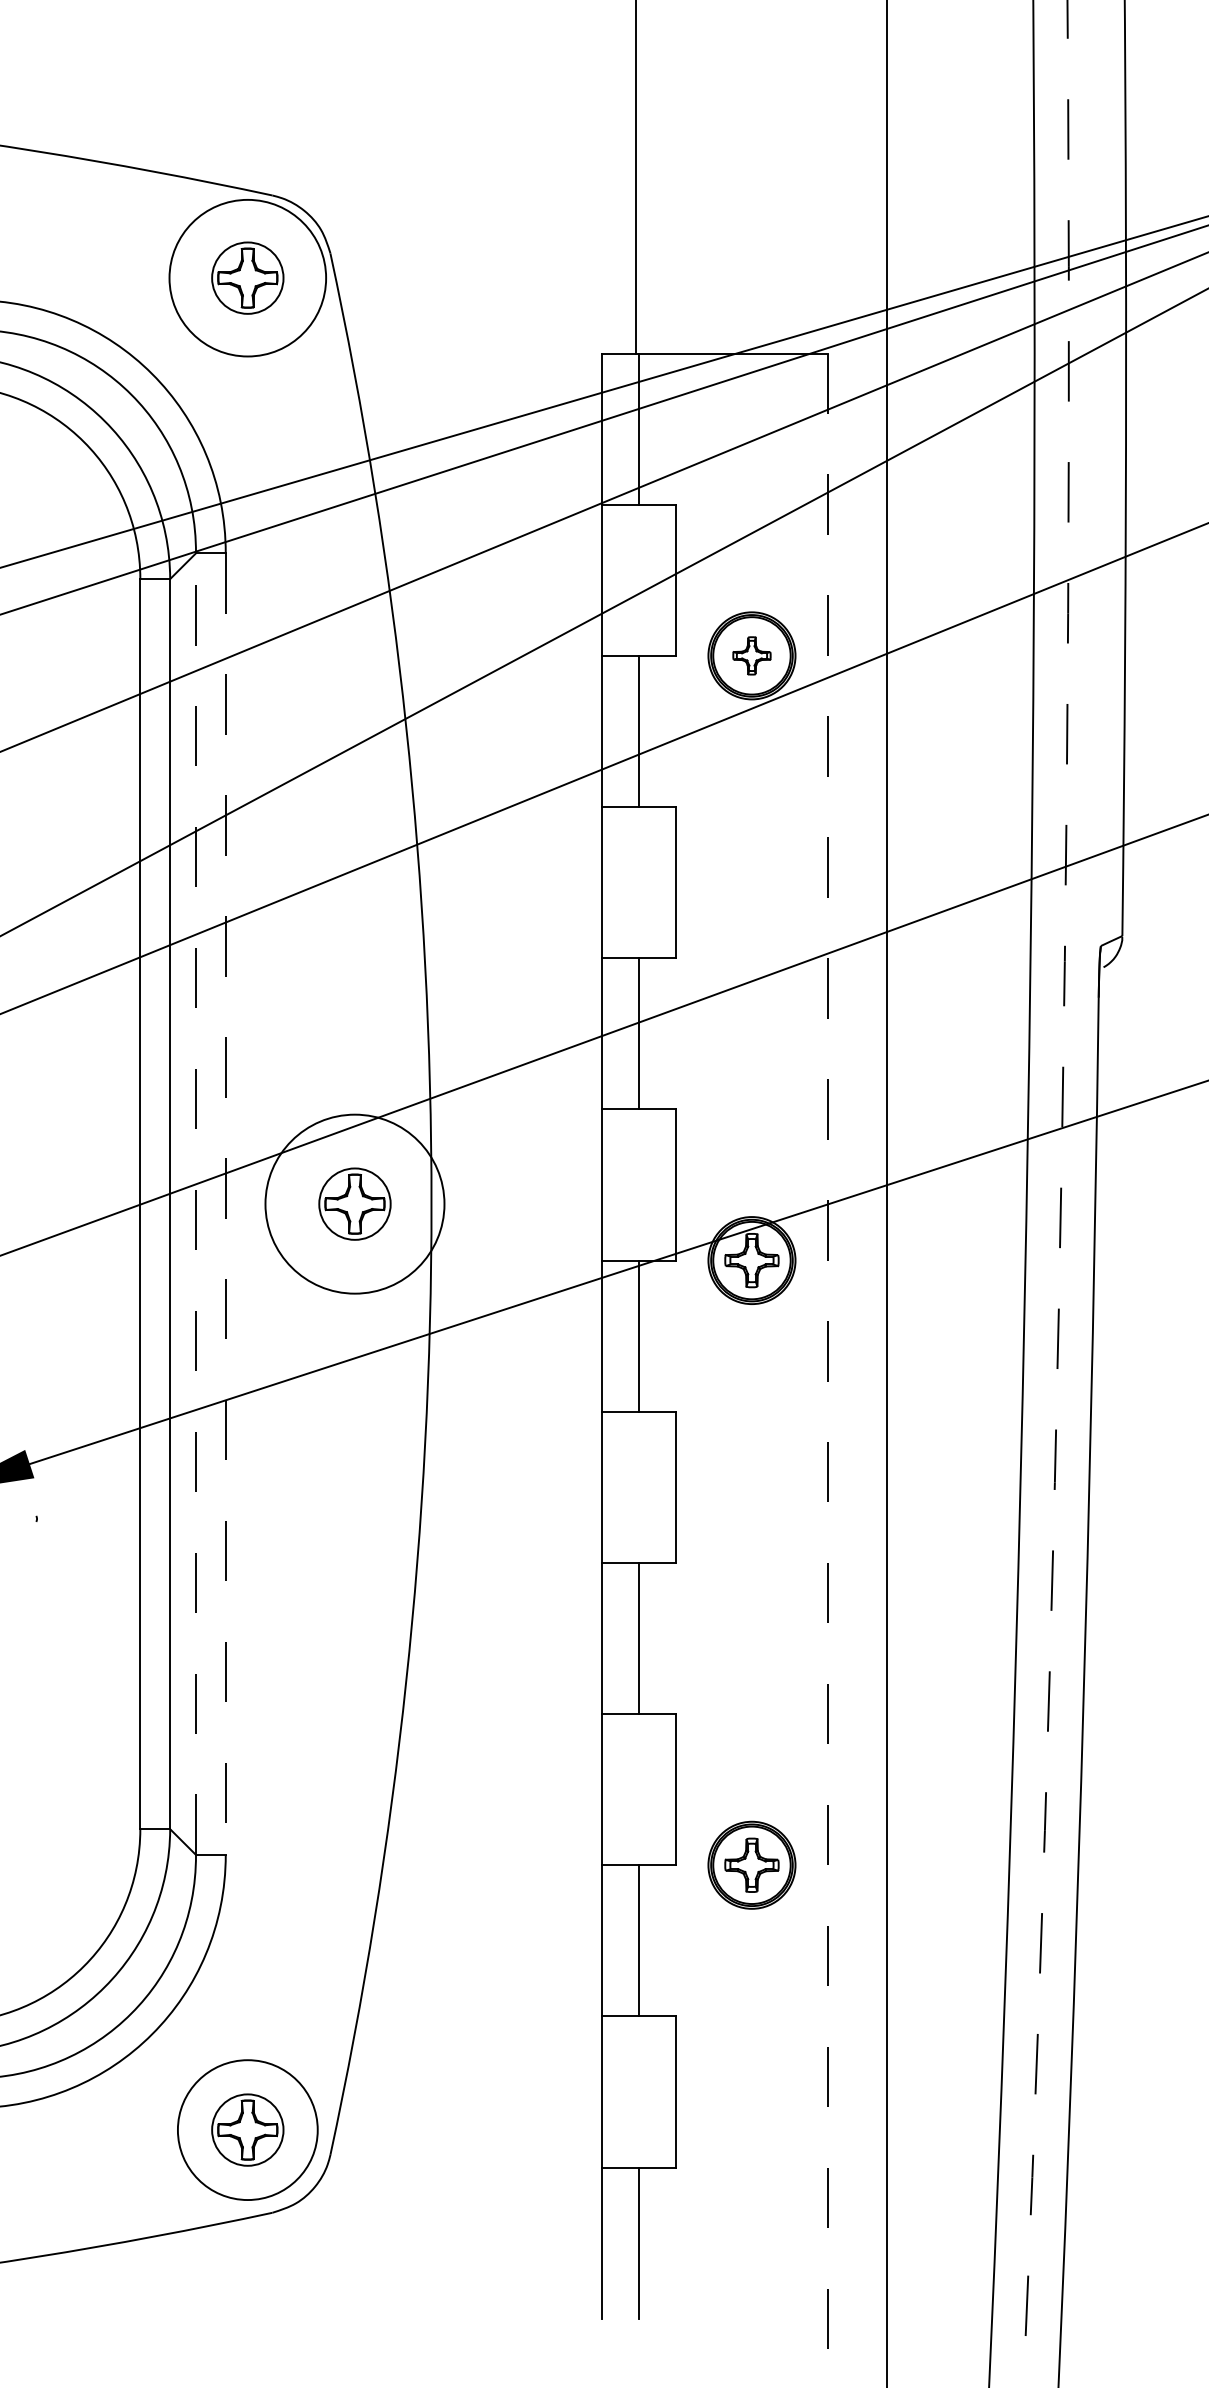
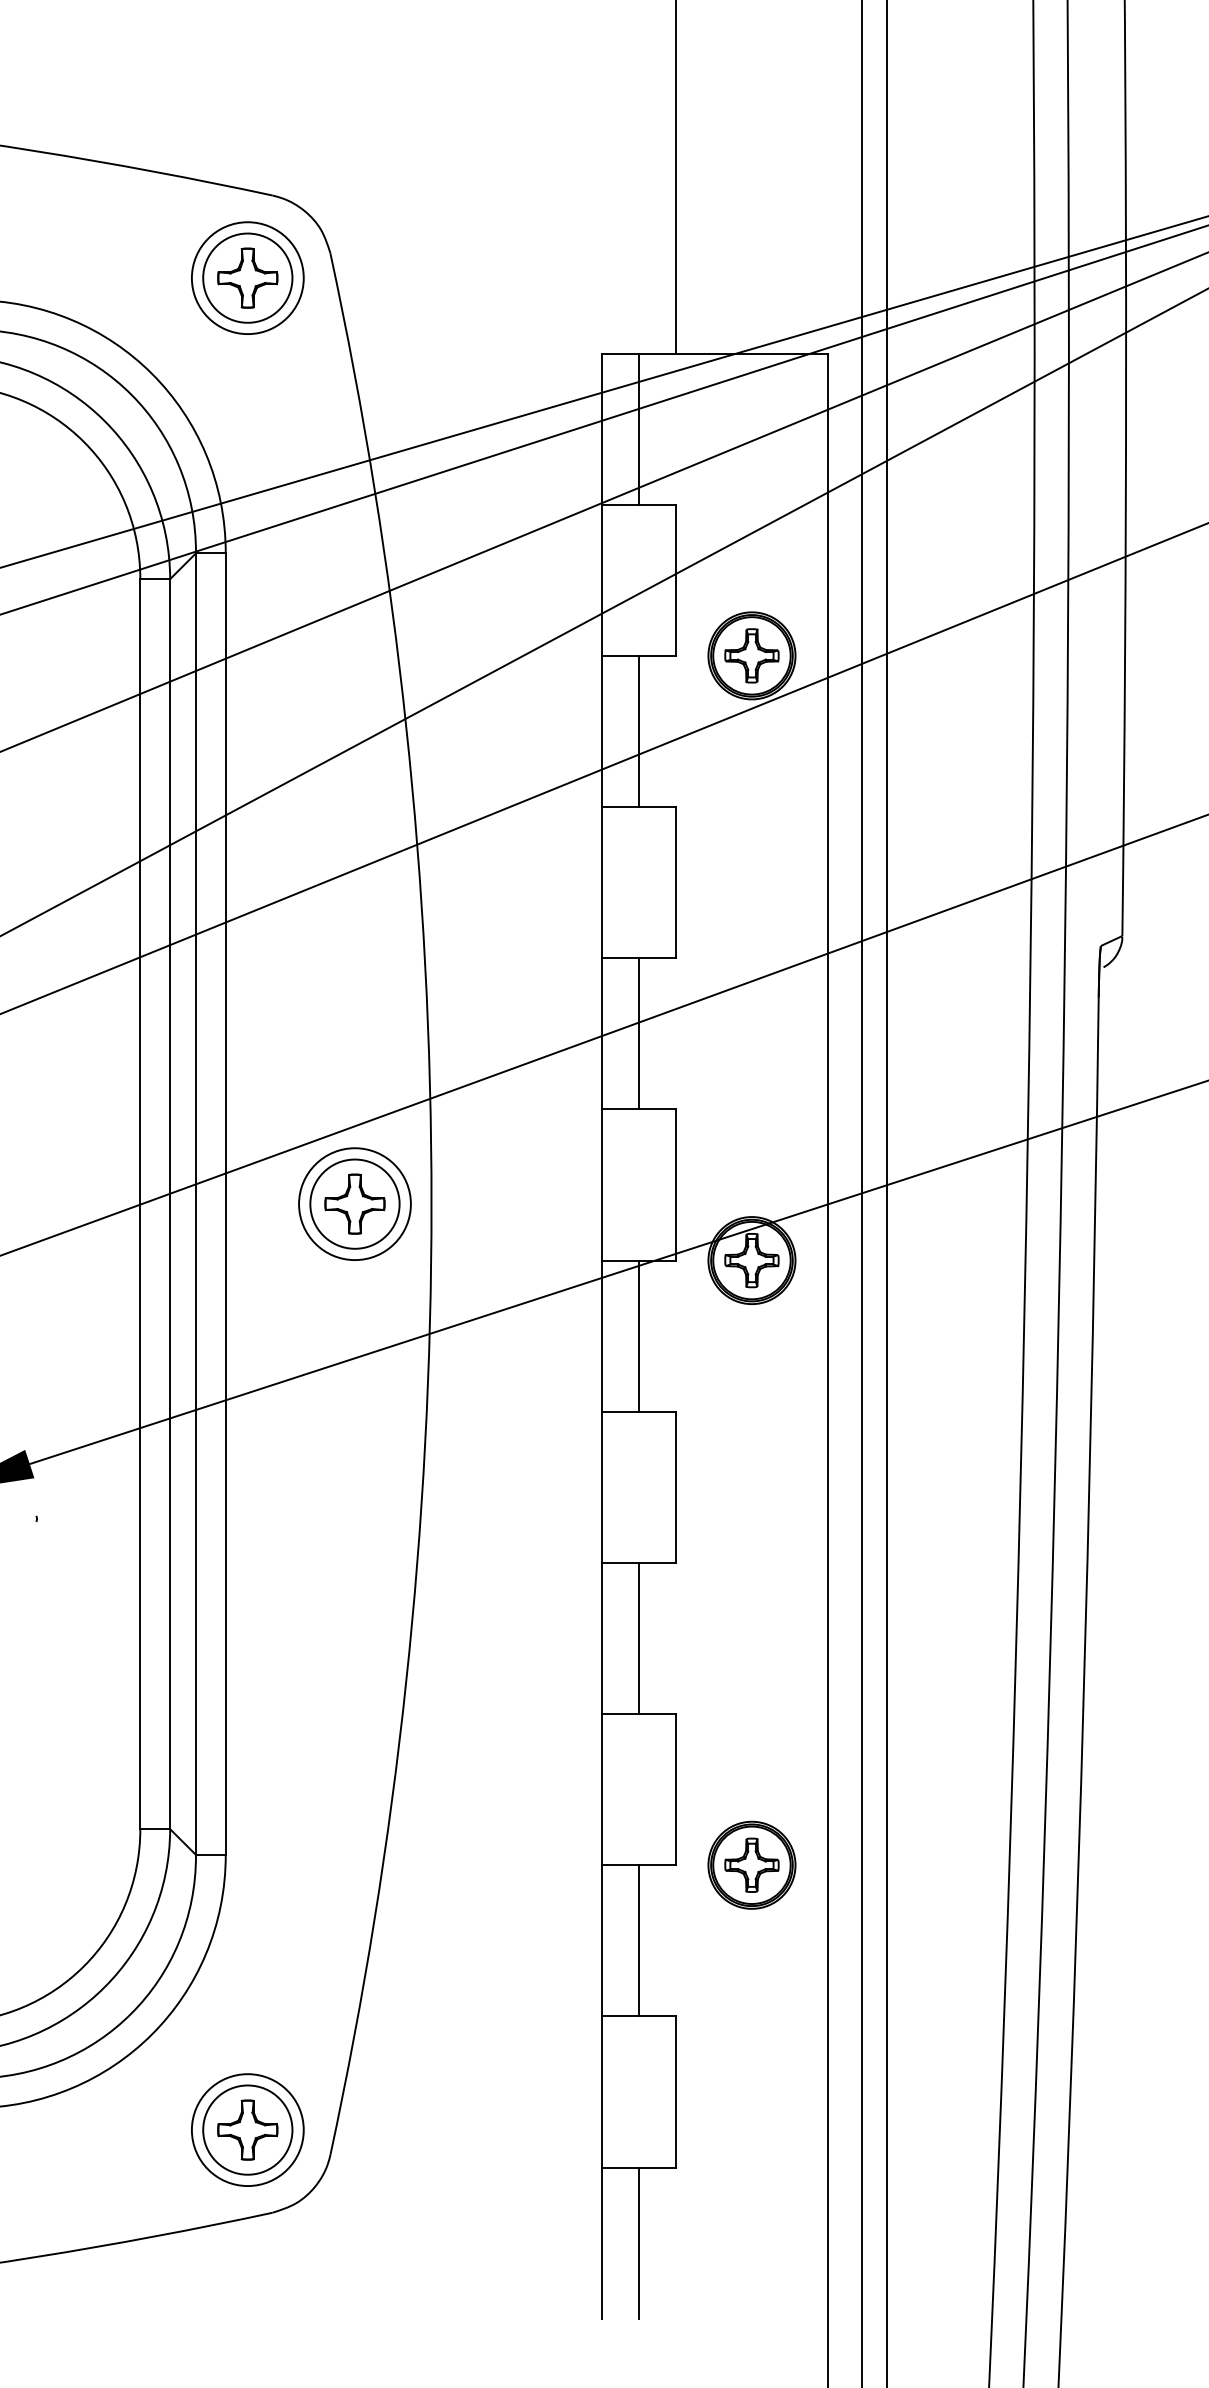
line at (636, 177) position: (636, 177) -> (676, 177)
circle at (247, 277) diameter: 157 px -> 112 px
circle at (247, 277) diameter: 71 px -> 89 px
part at (751, 655) size: 40x40 px -> 56x56 px
line at (862, 1193): none -> present
arc at (1061, 1194): dashed -> solid
circle at (354, 1203) diameter: 179 px -> 112 px
circle at (354, 1203) diameter: 71 px -> 89 px
line at (196, 1204): dashed -> solid
line at (225, 1204): dashed -> solid
line at (827, 1370): dashed -> solid
circle at (247, 2129) diameter: 71 px -> 89 px
circle at (247, 2130) diameter: 140 px -> 112 px
